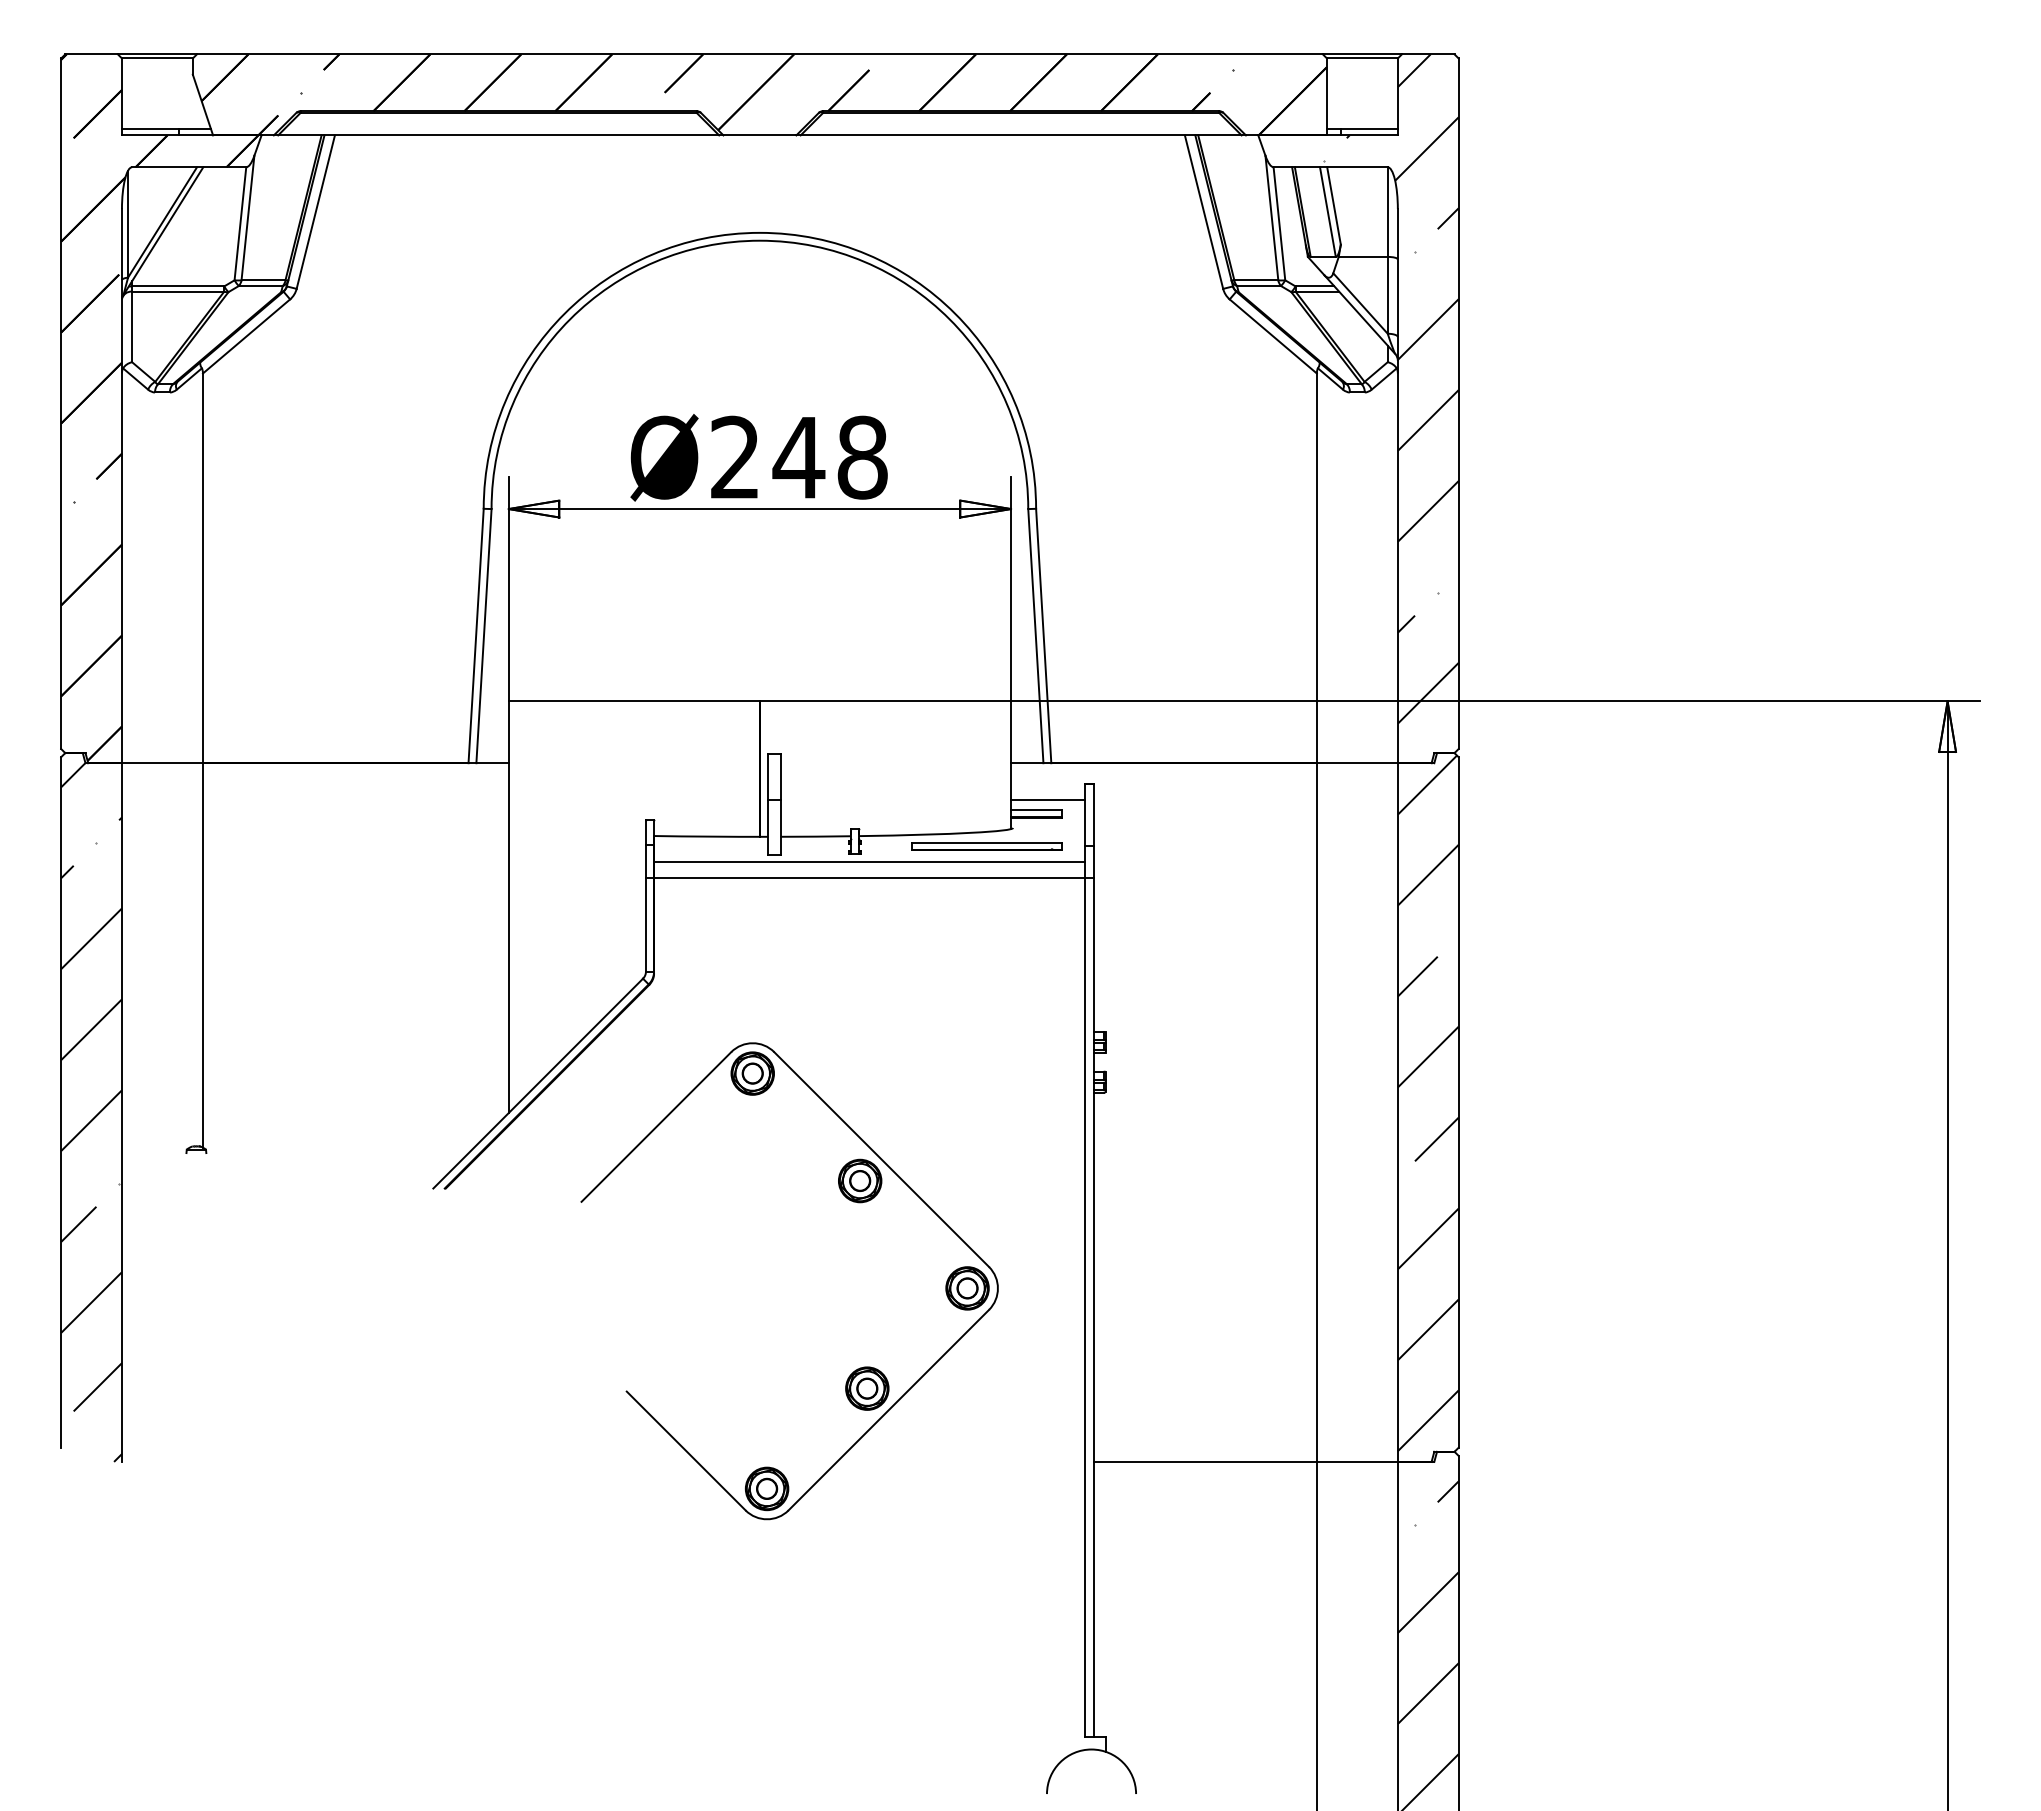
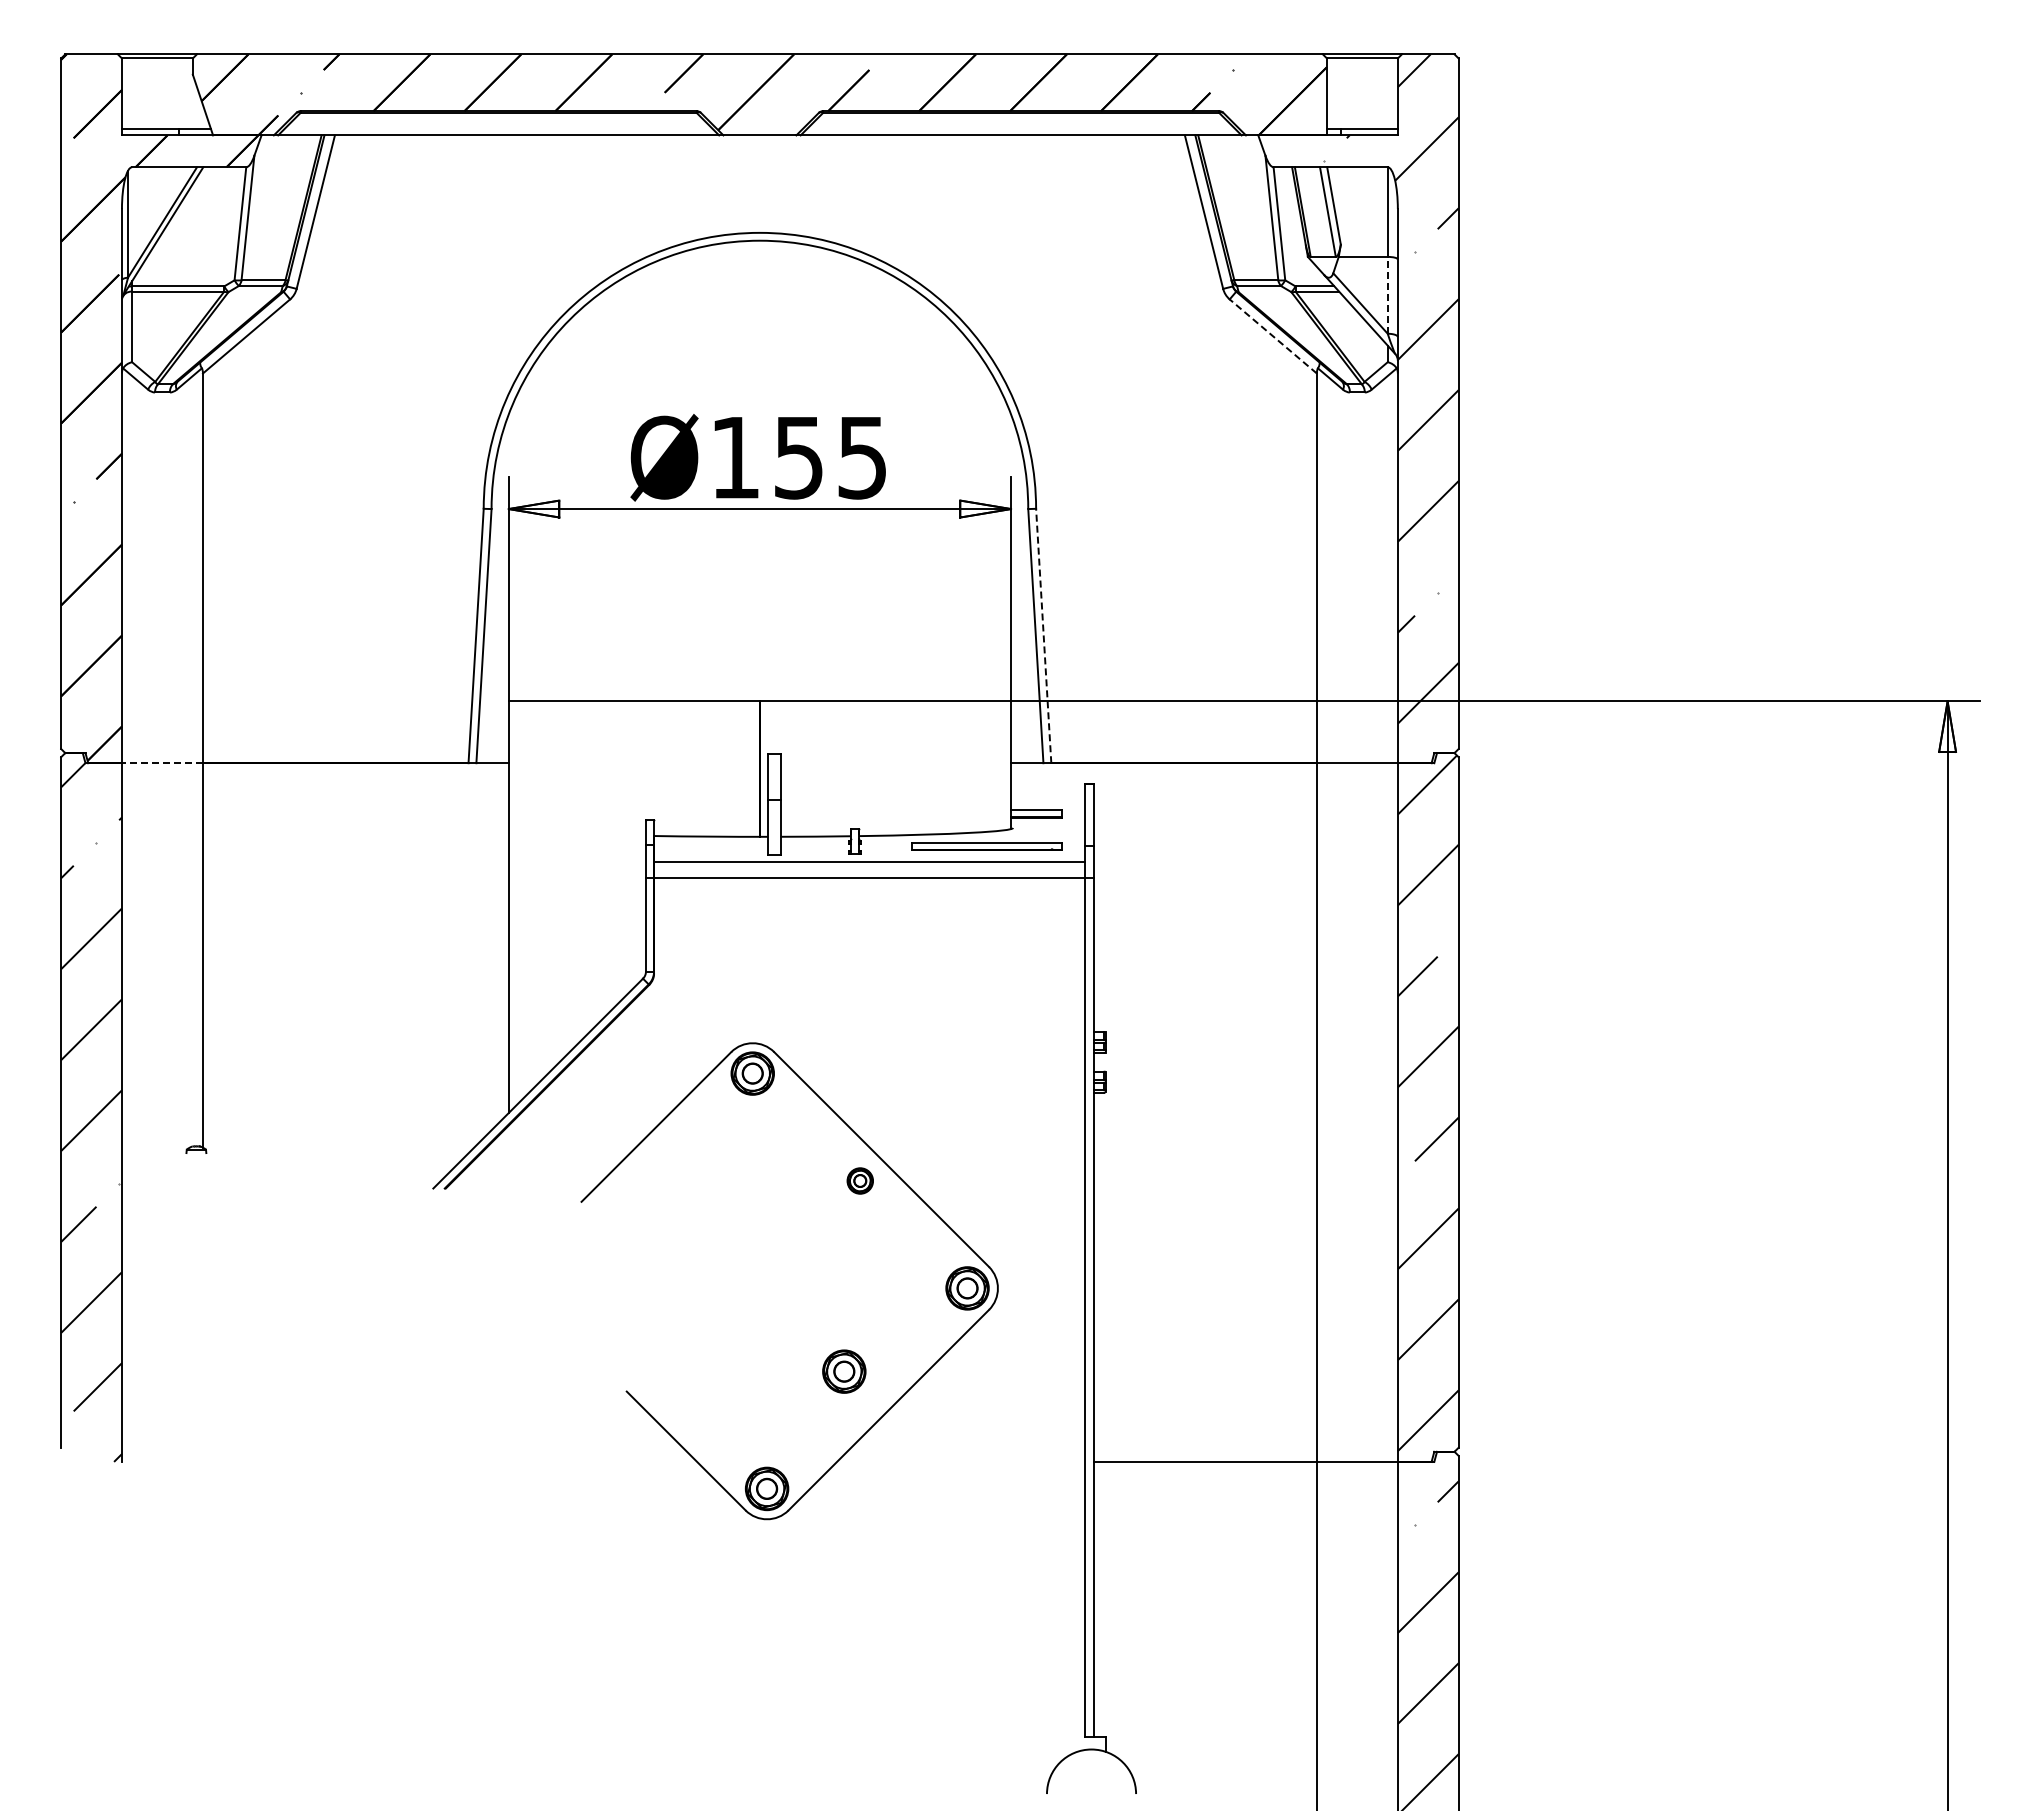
line at (1387, 294): solid -> dashed
line at (1272, 336): solid -> dashed
text at (799, 457): Ø248 -> Ø155
line at (1043, 635): solid -> dashed
line at (162, 763): solid -> dashed
line at (1048, 799): present -> none
part at (860, 1180) size: 45x46 px -> 28x28 px
part at (867, 1388) position: (867, 1388) -> (844, 1371)
